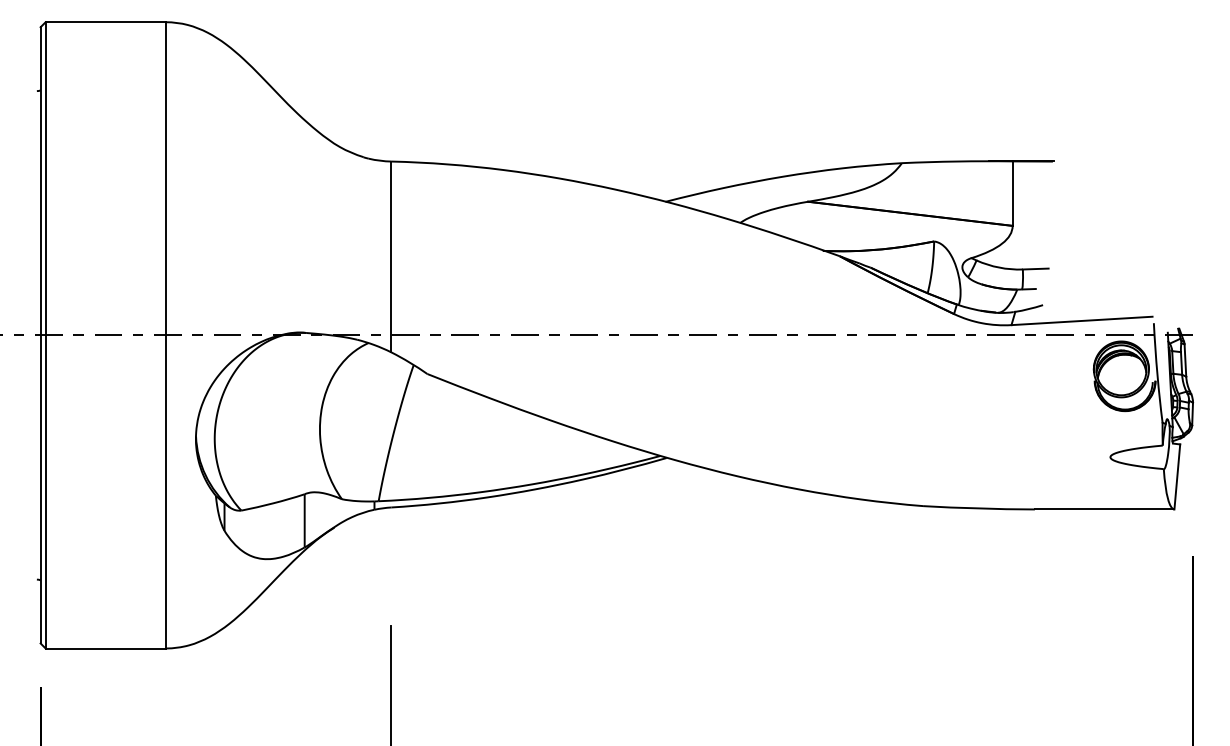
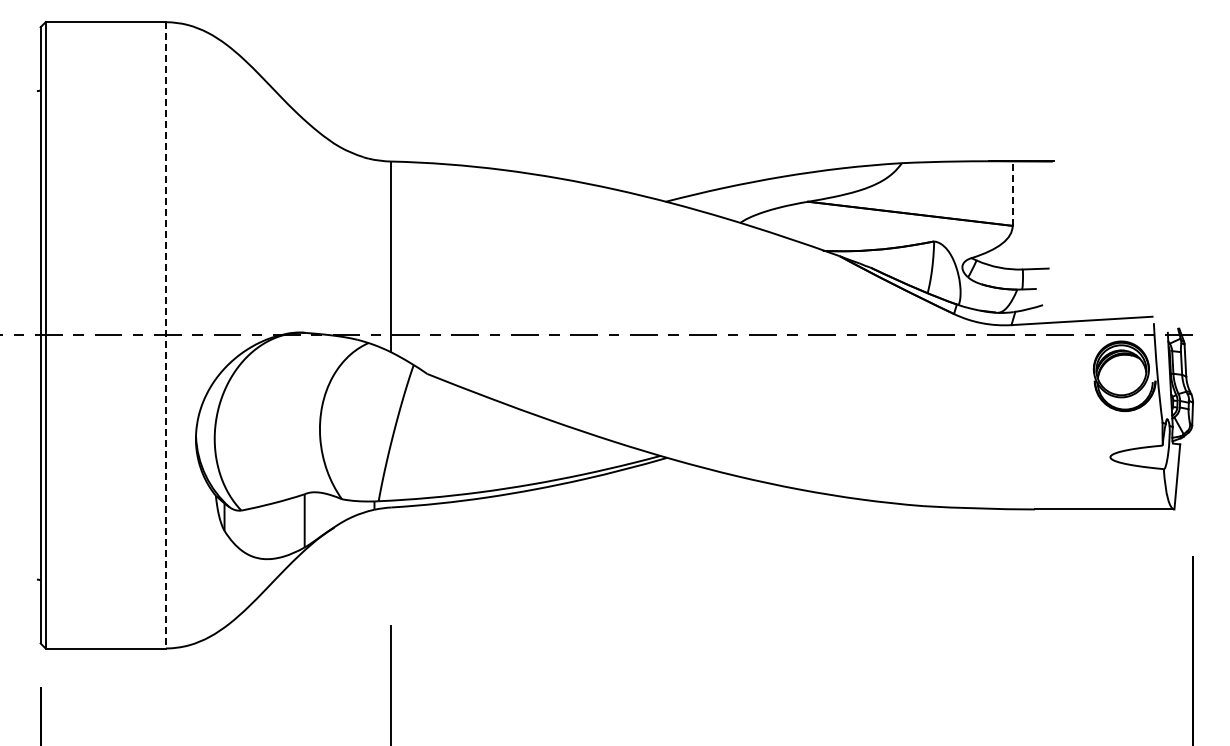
line at (1012, 193): solid -> dashed
line at (165, 335): solid -> dashed
